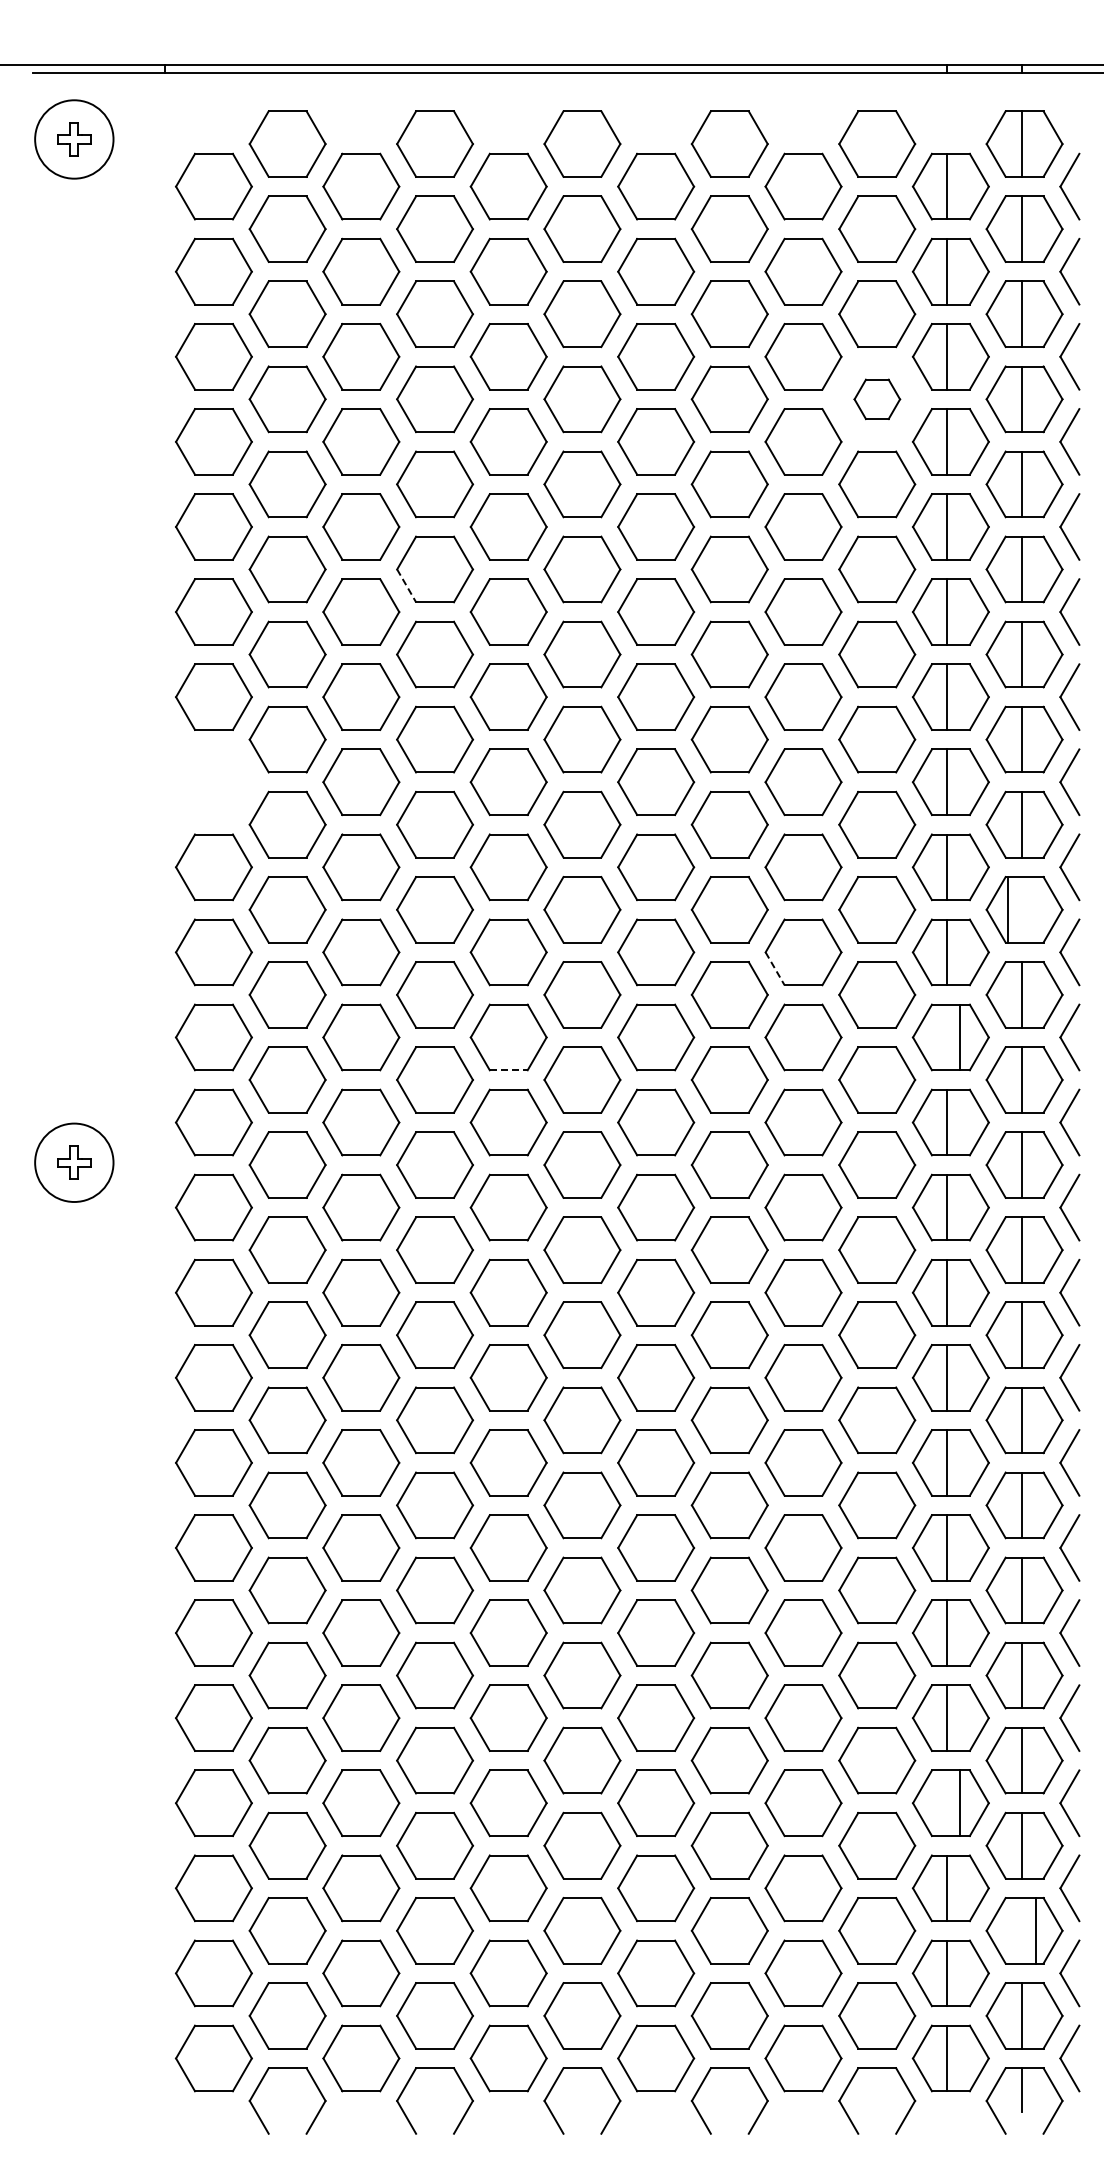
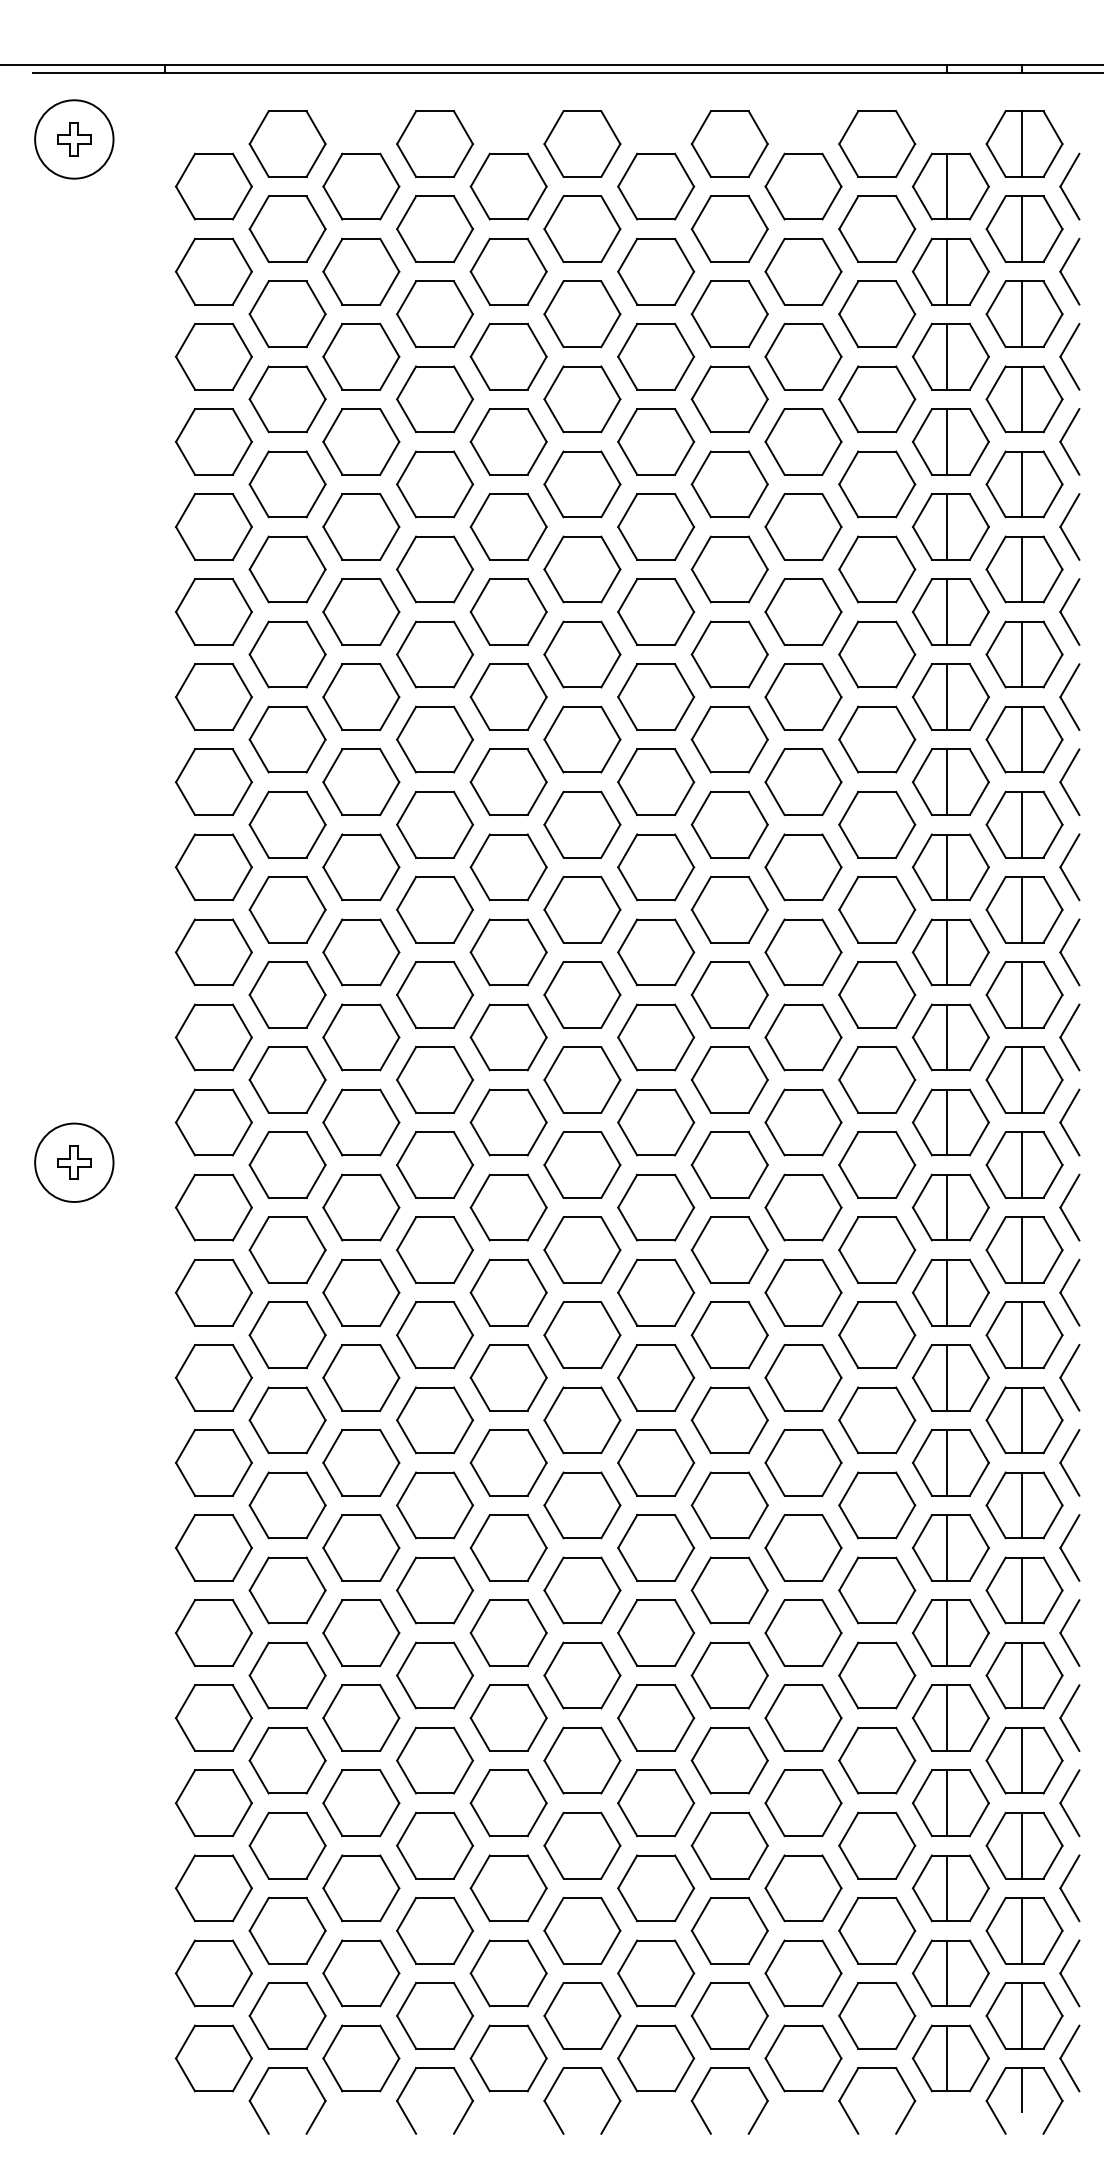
part at (877, 399) size: 49x43 px -> 79x69 px
line at (406, 585): dashed -> solid
part at (213, 781): none -> present
line at (1008, 909) position: (1008, 909) -> (1022, 909)
line at (775, 968): dashed -> solid
line at (960, 1037) position: (960, 1037) -> (947, 1037)
line at (508, 1070): dashed -> solid
line at (960, 1803) position: (960, 1803) -> (947, 1803)
line at (1036, 1930) position: (1036, 1930) -> (1022, 1930)
